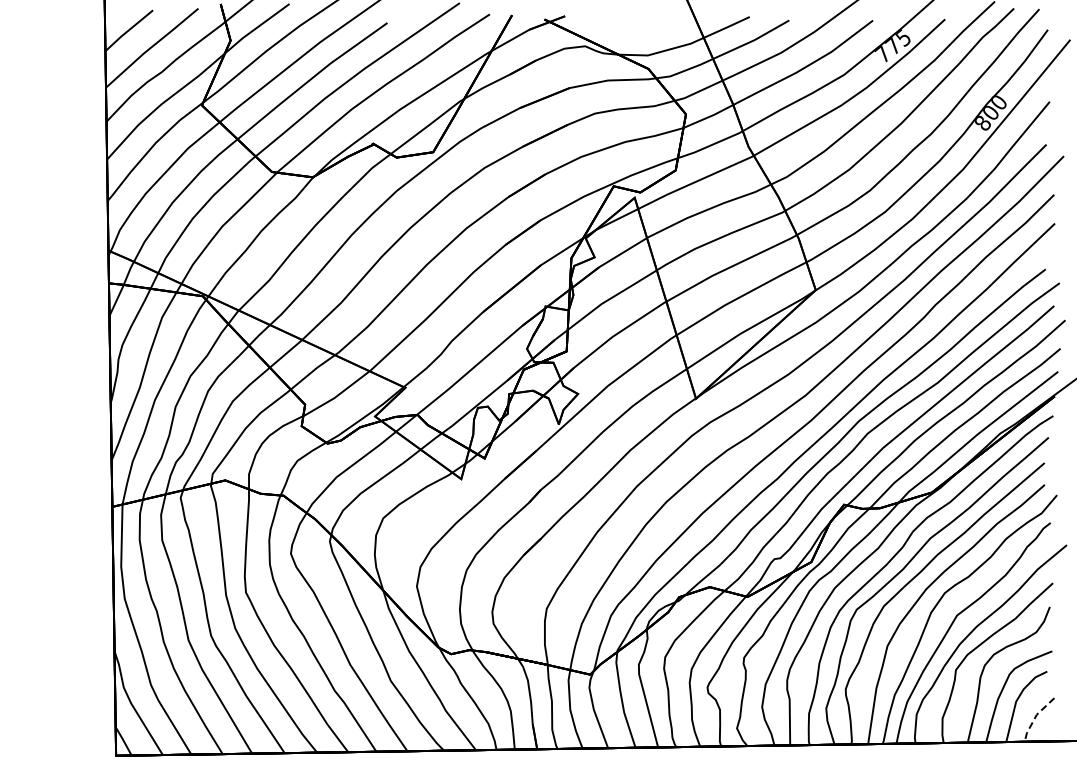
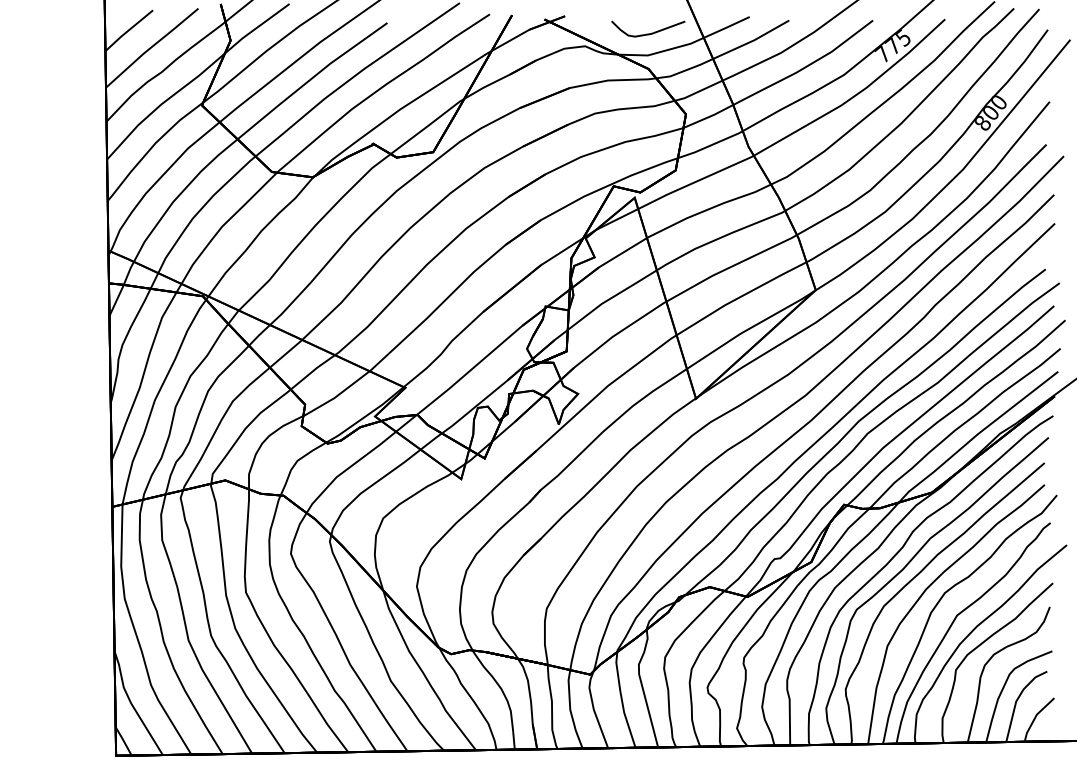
curve at (651, 32): none -> present
line at (1035, 717): dashed -> solid
